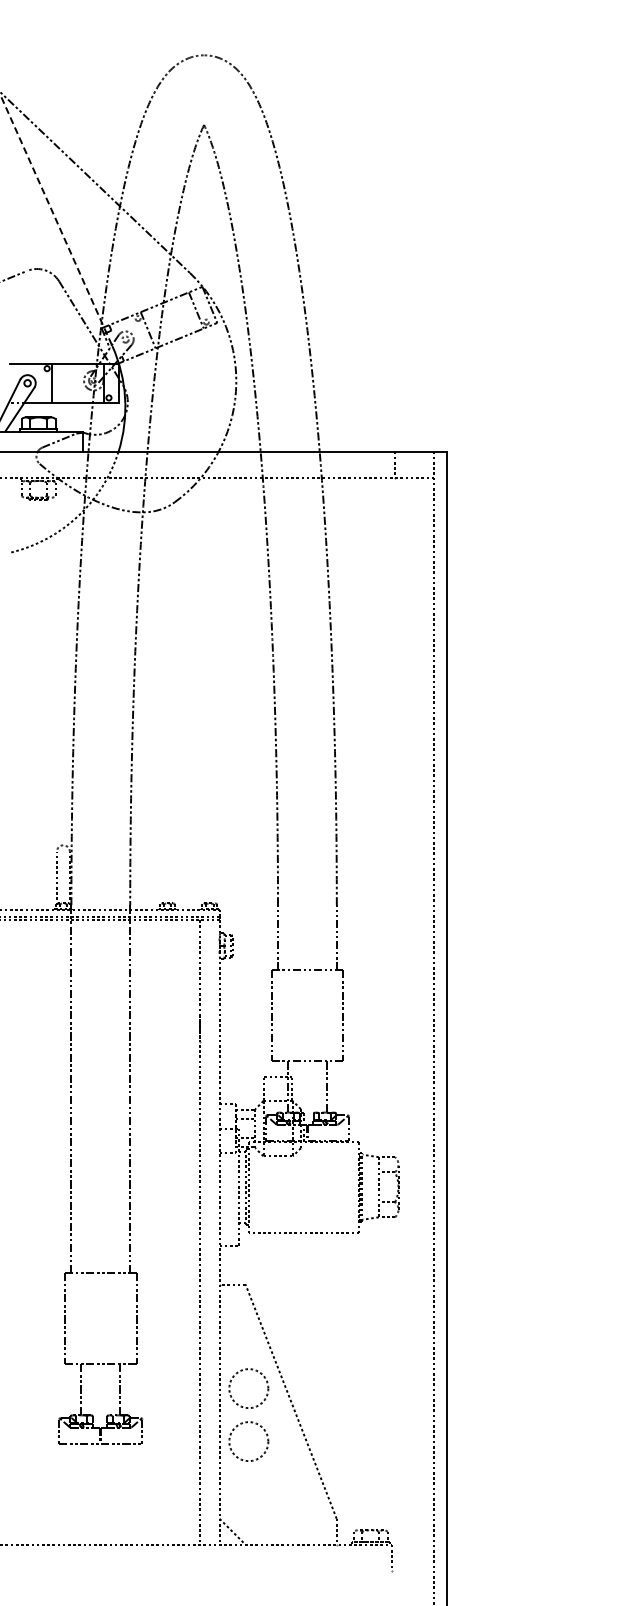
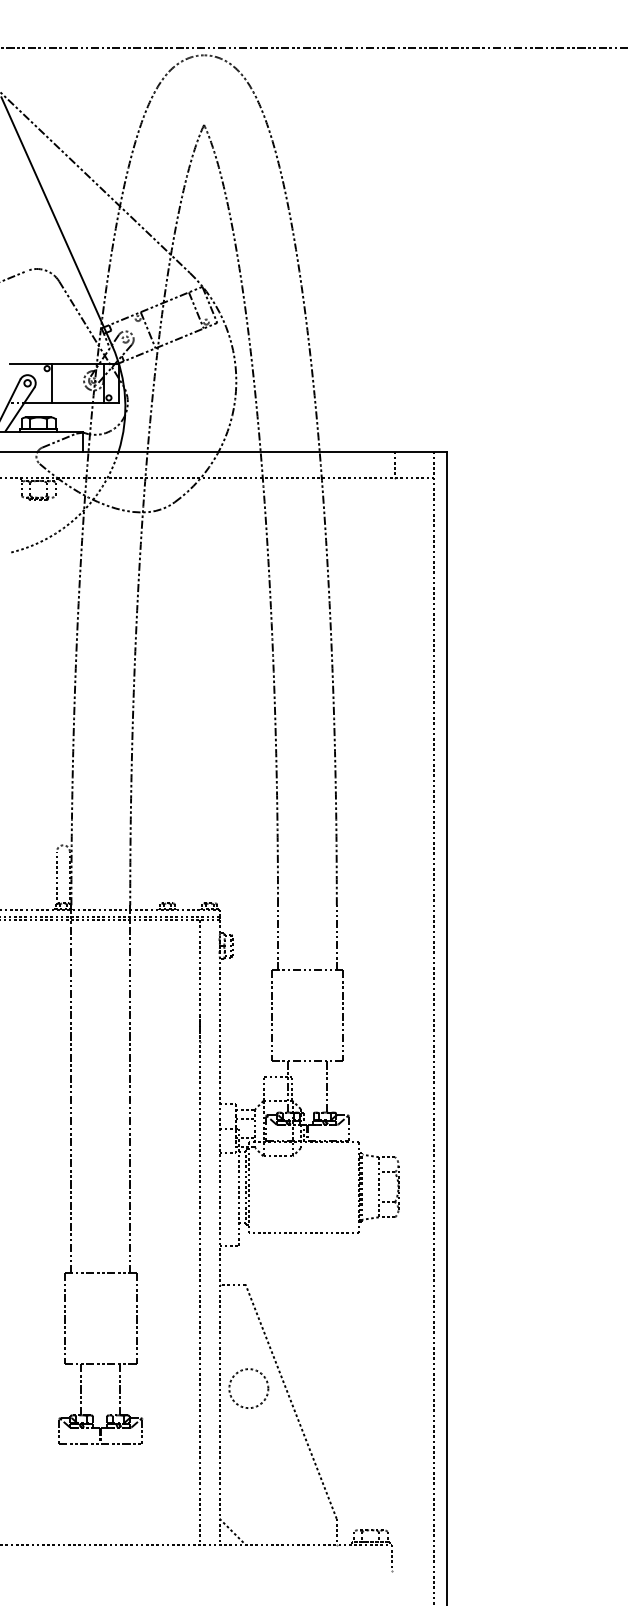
line at (313, 48): none -> present
line at (57, 222): dashed -> solid
circle at (248, 1441): present -> none
